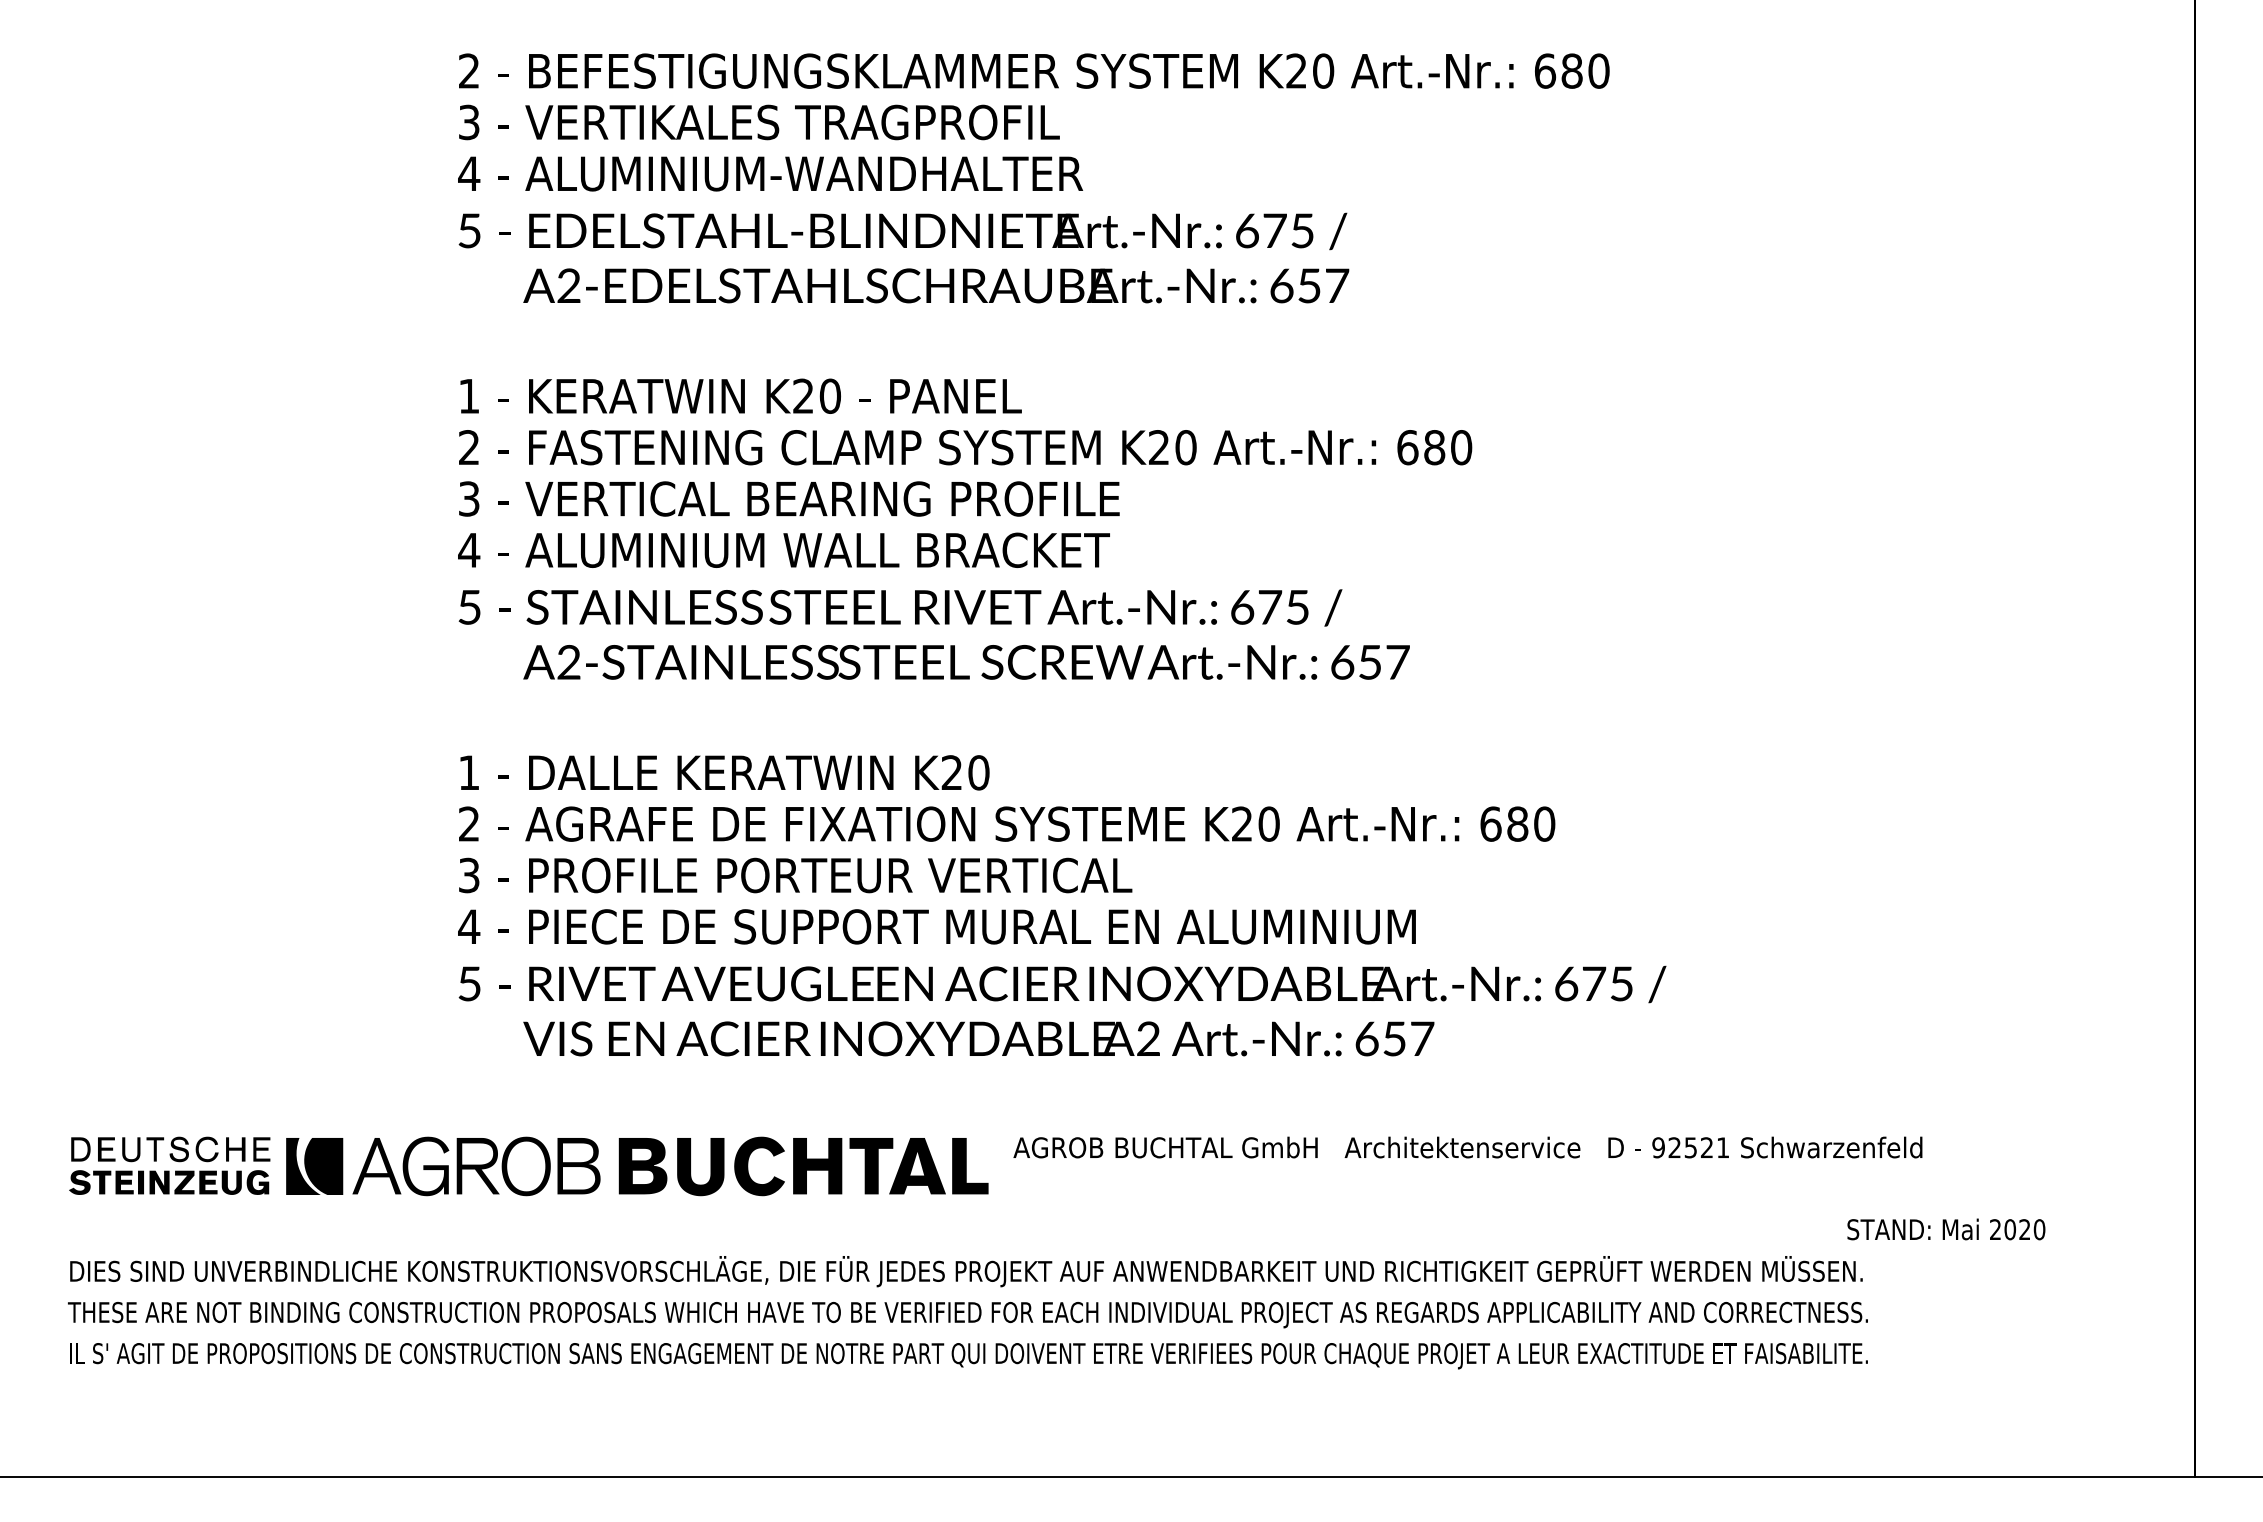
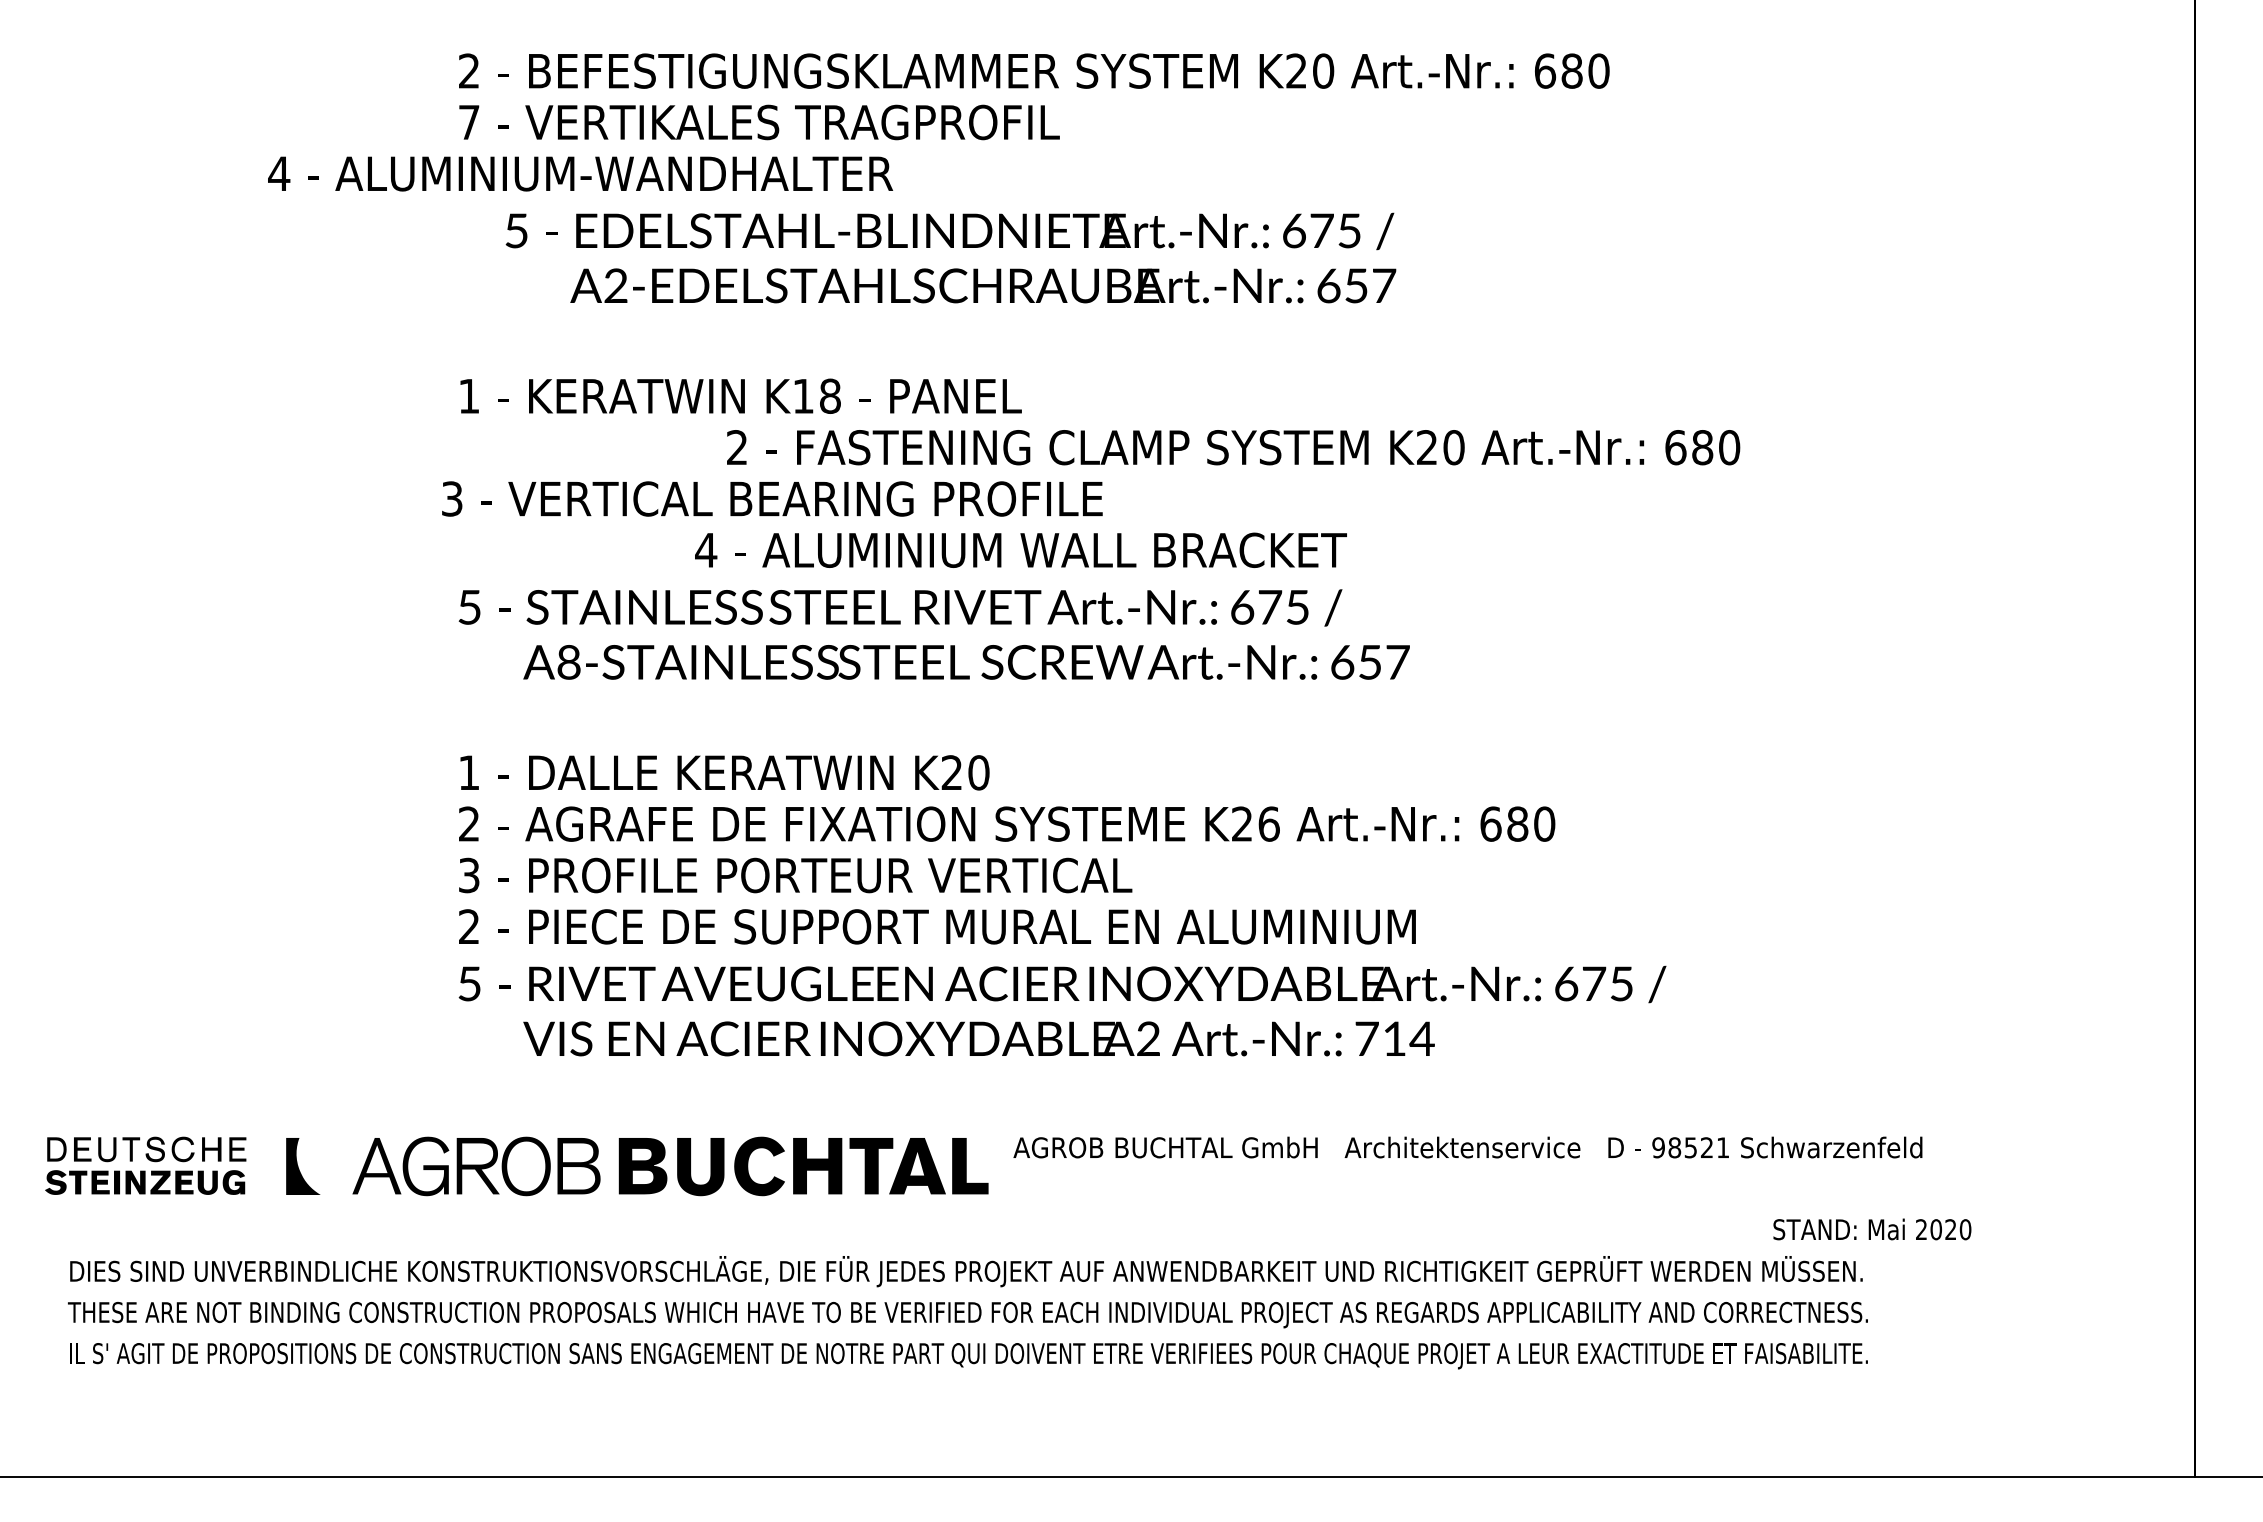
text at (469, 122): 3 -> 7
text at (770, 173) position: (770, 173) -> (580, 173)
text at (903, 257) position: (903, 257) -> (950, 257)
text at (817, 395): K20 -> K18
text at (965, 447) position: (965, 447) -> (1233, 447)
text at (789, 498) position: (789, 498) -> (772, 498)
text at (783, 549) position: (783, 549) -> (1020, 549)
text at (568, 662): A2-STAINLESS -> A8-STAINLESS
text at (1268, 823): K20 -> K26
text at (469, 926): 4 -> 2
text at (1394, 1038): 657 -> 714
text at (1674, 1147): 92521 -> 98521
part at (169, 1165) position: (169, 1165) -> (145, 1165)
fill at (323, 1166): present -> none
text at (1946, 1229) position: (1946, 1229) -> (1872, 1229)
